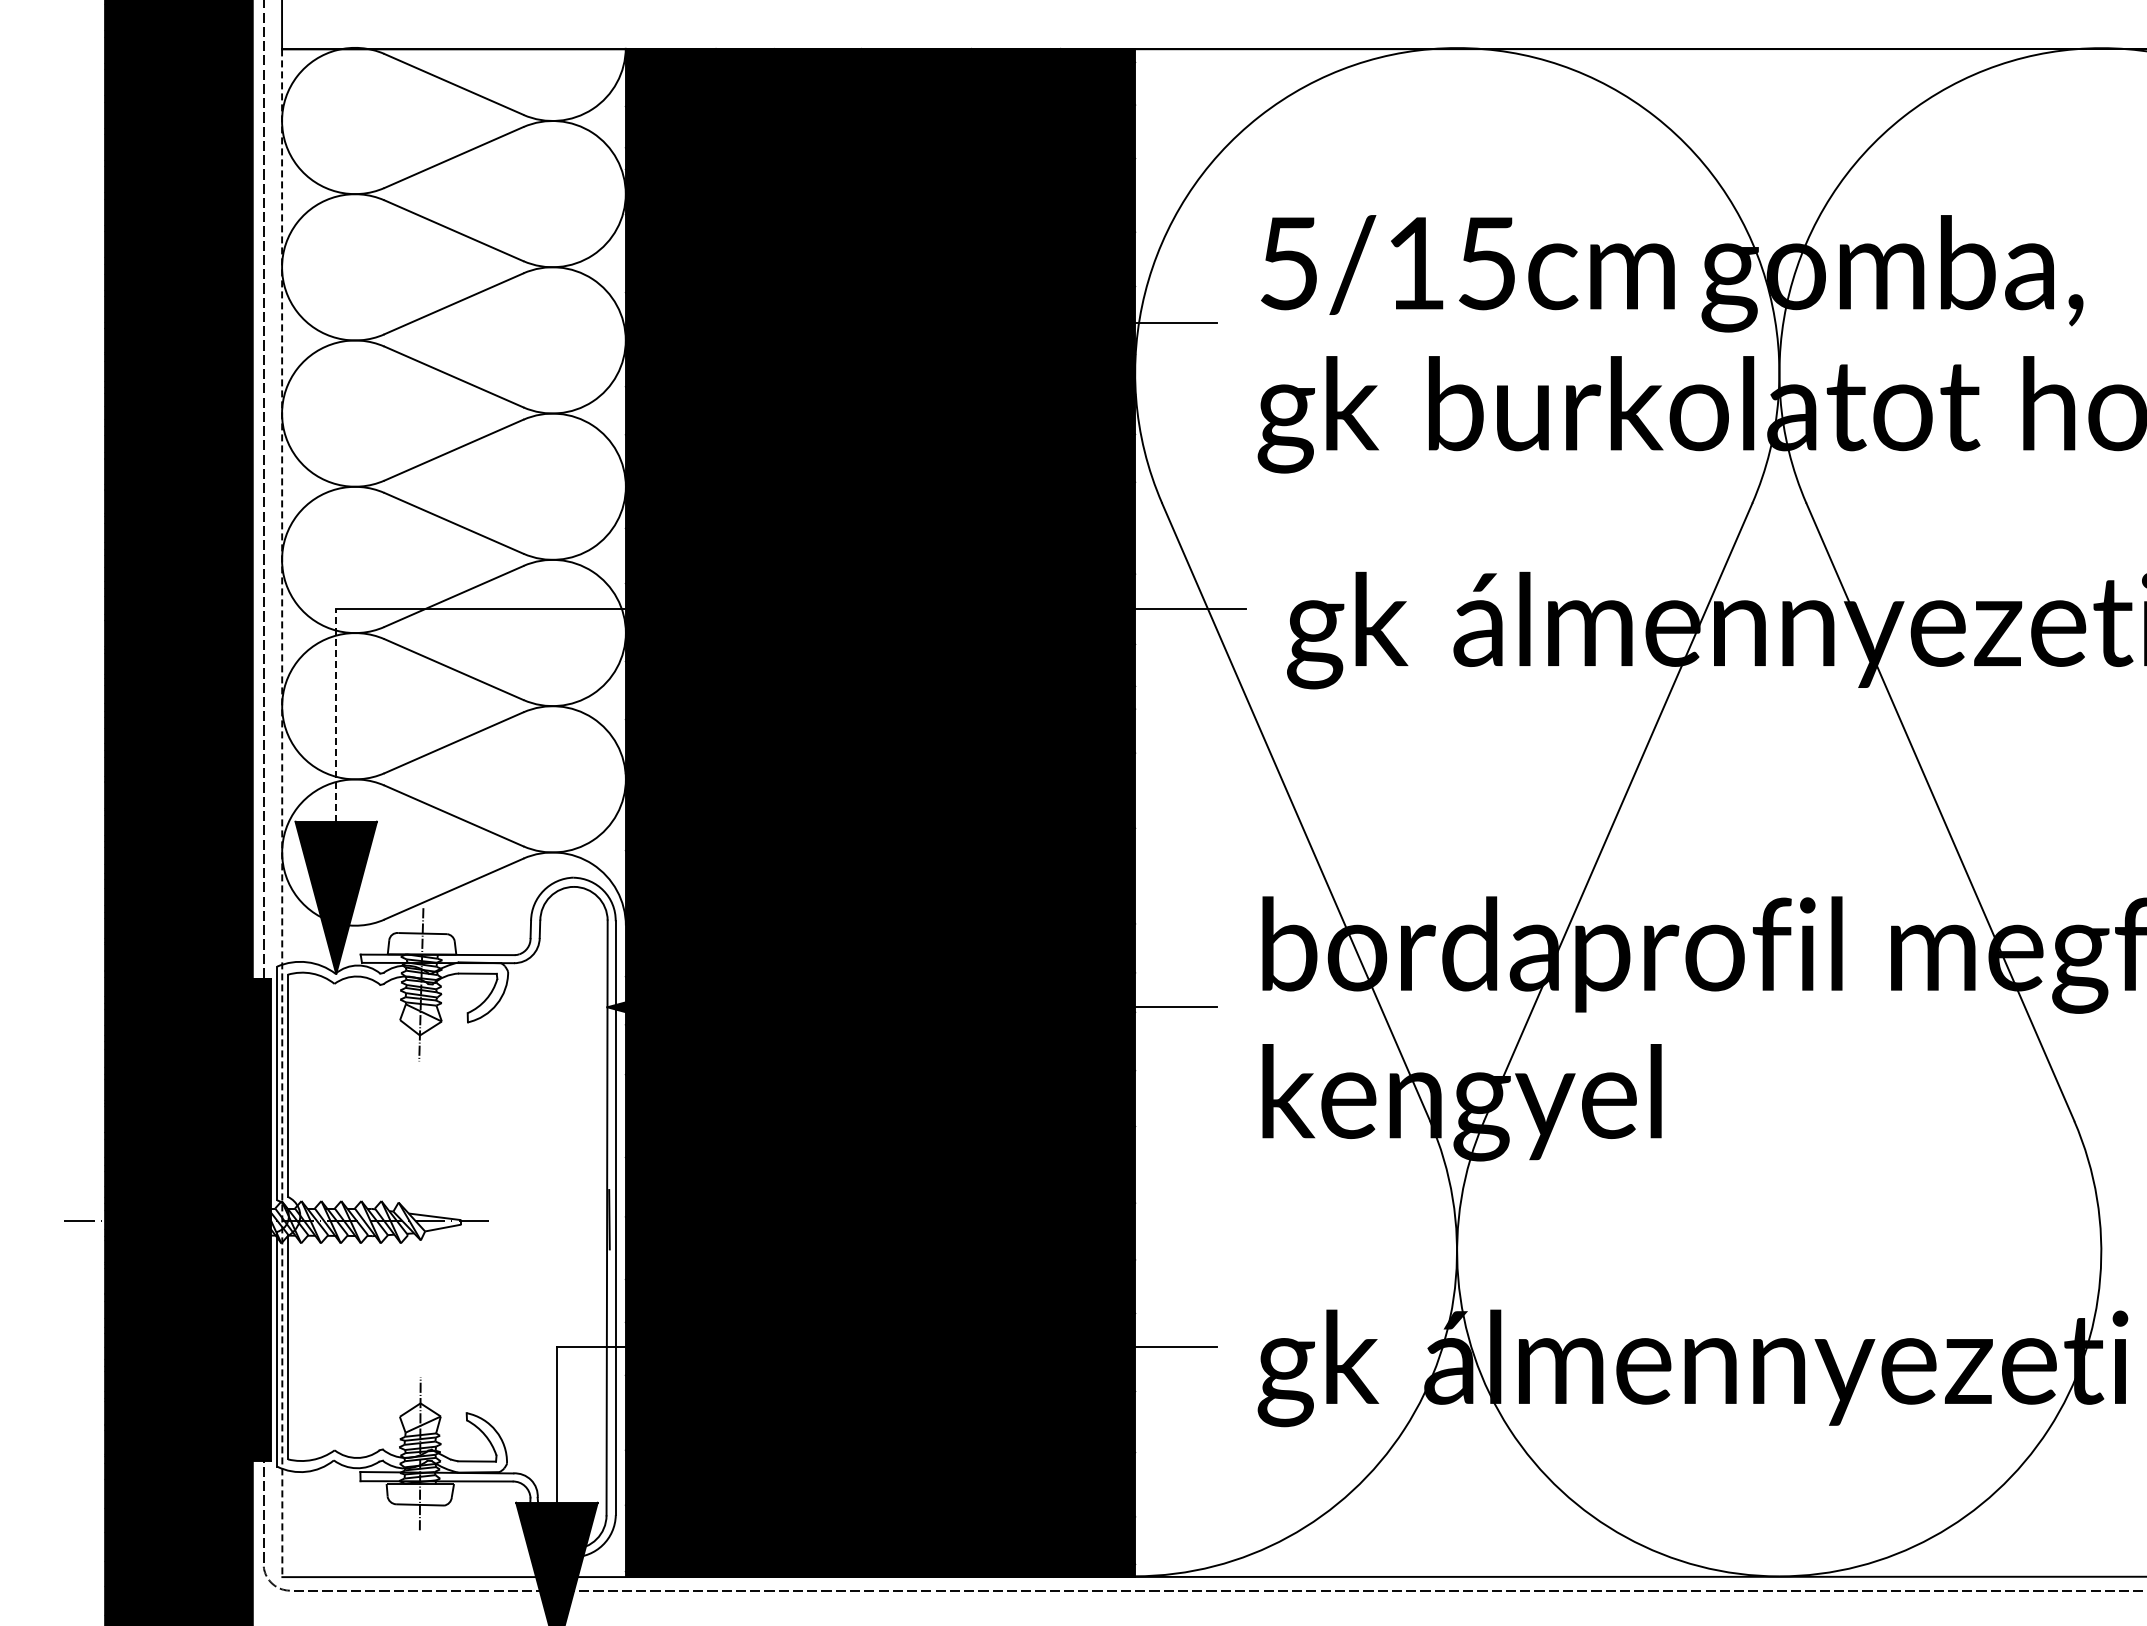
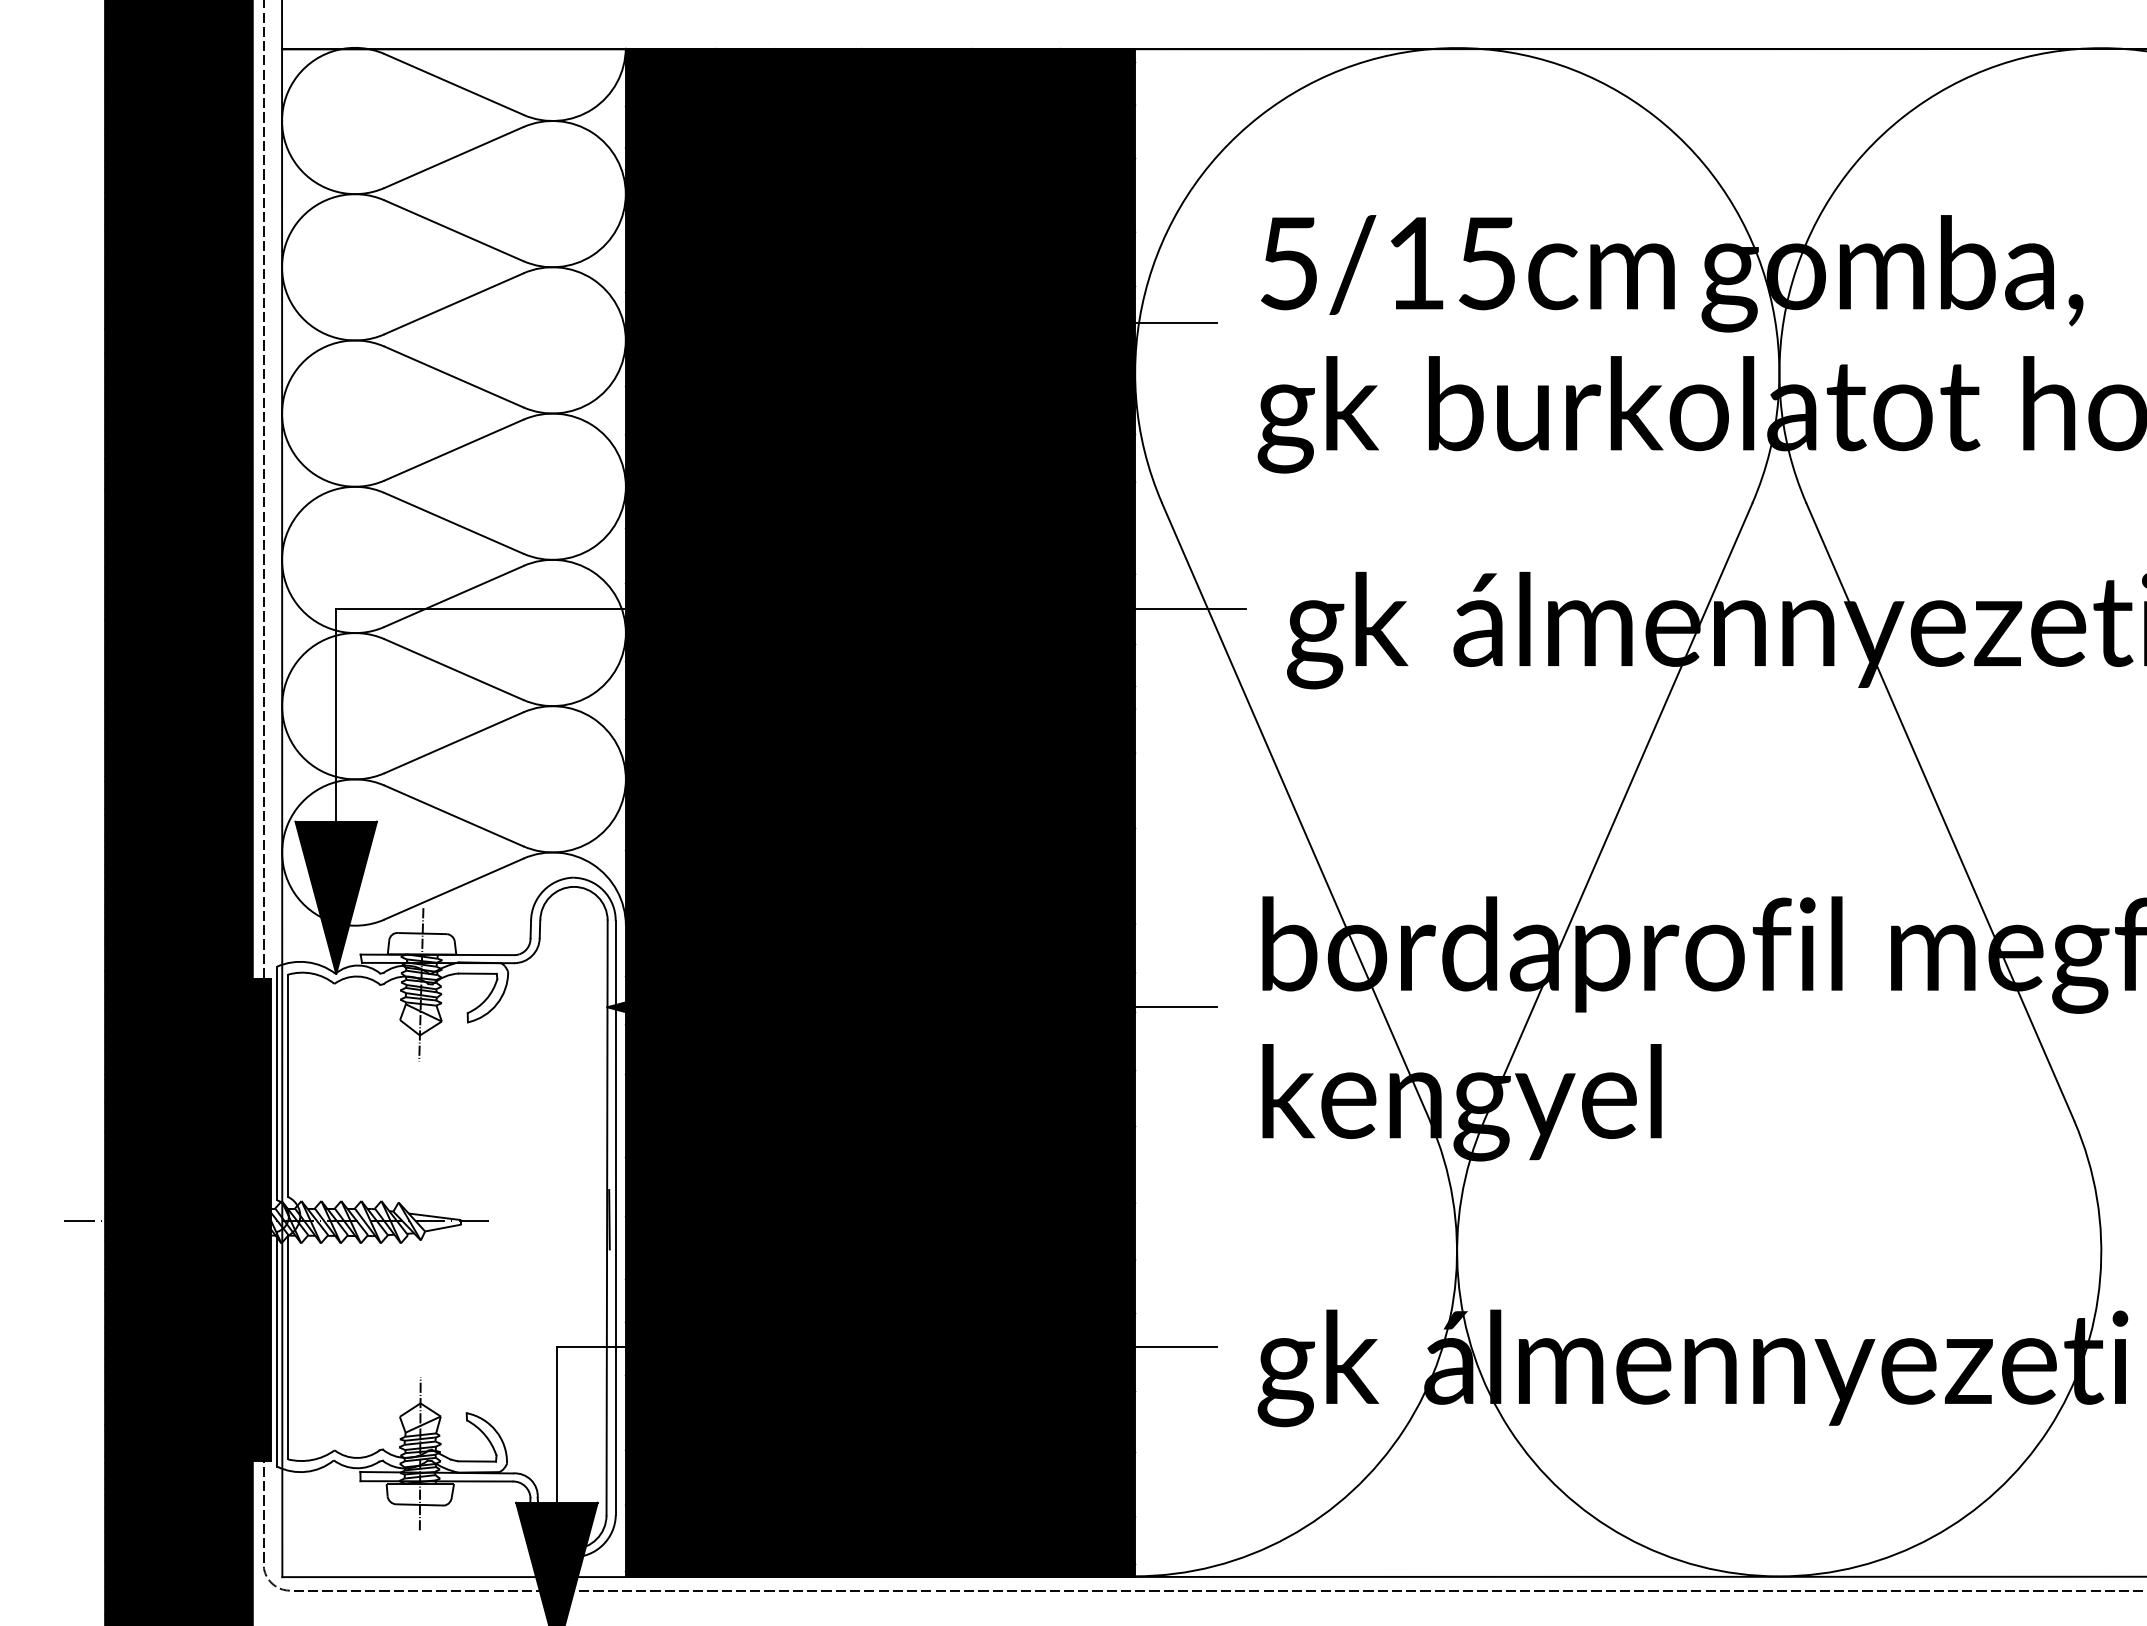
line at (336, 714): dashed -> solid
line at (282, 813): dashed -> solid
